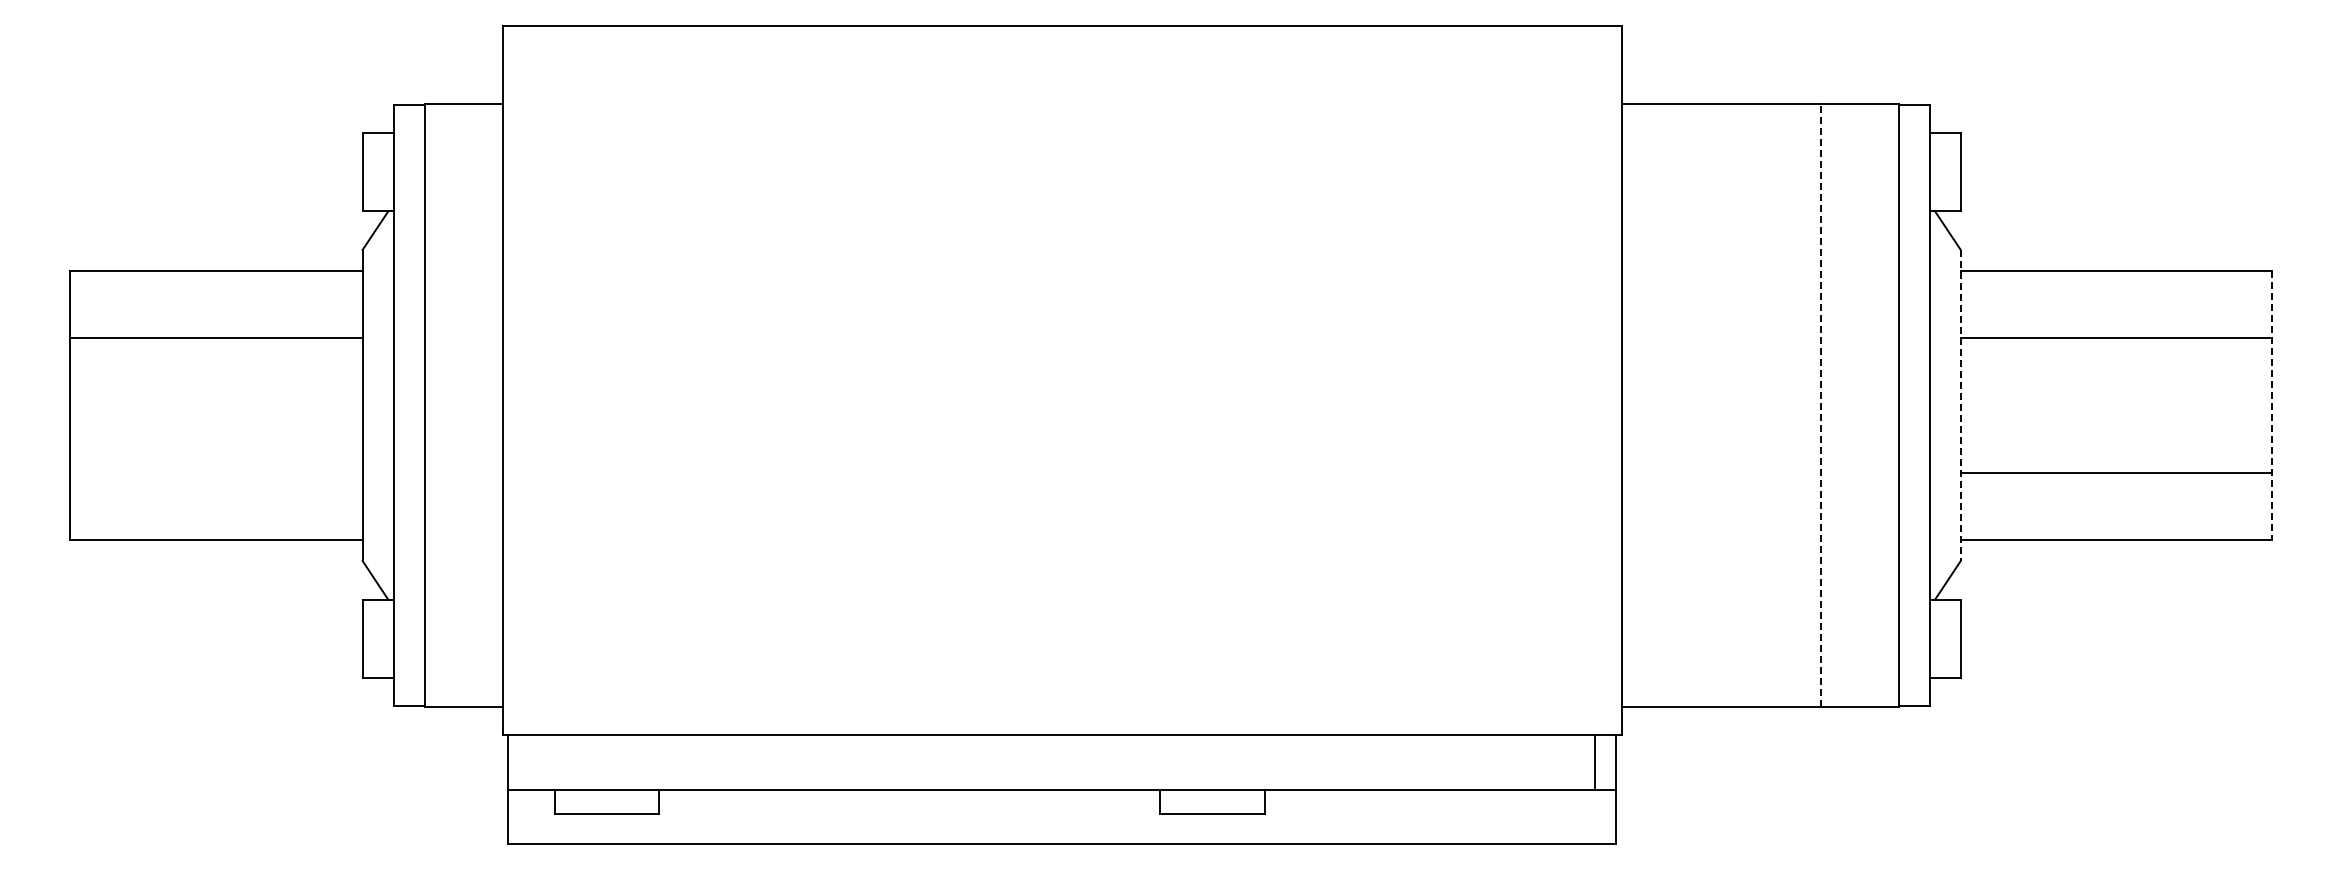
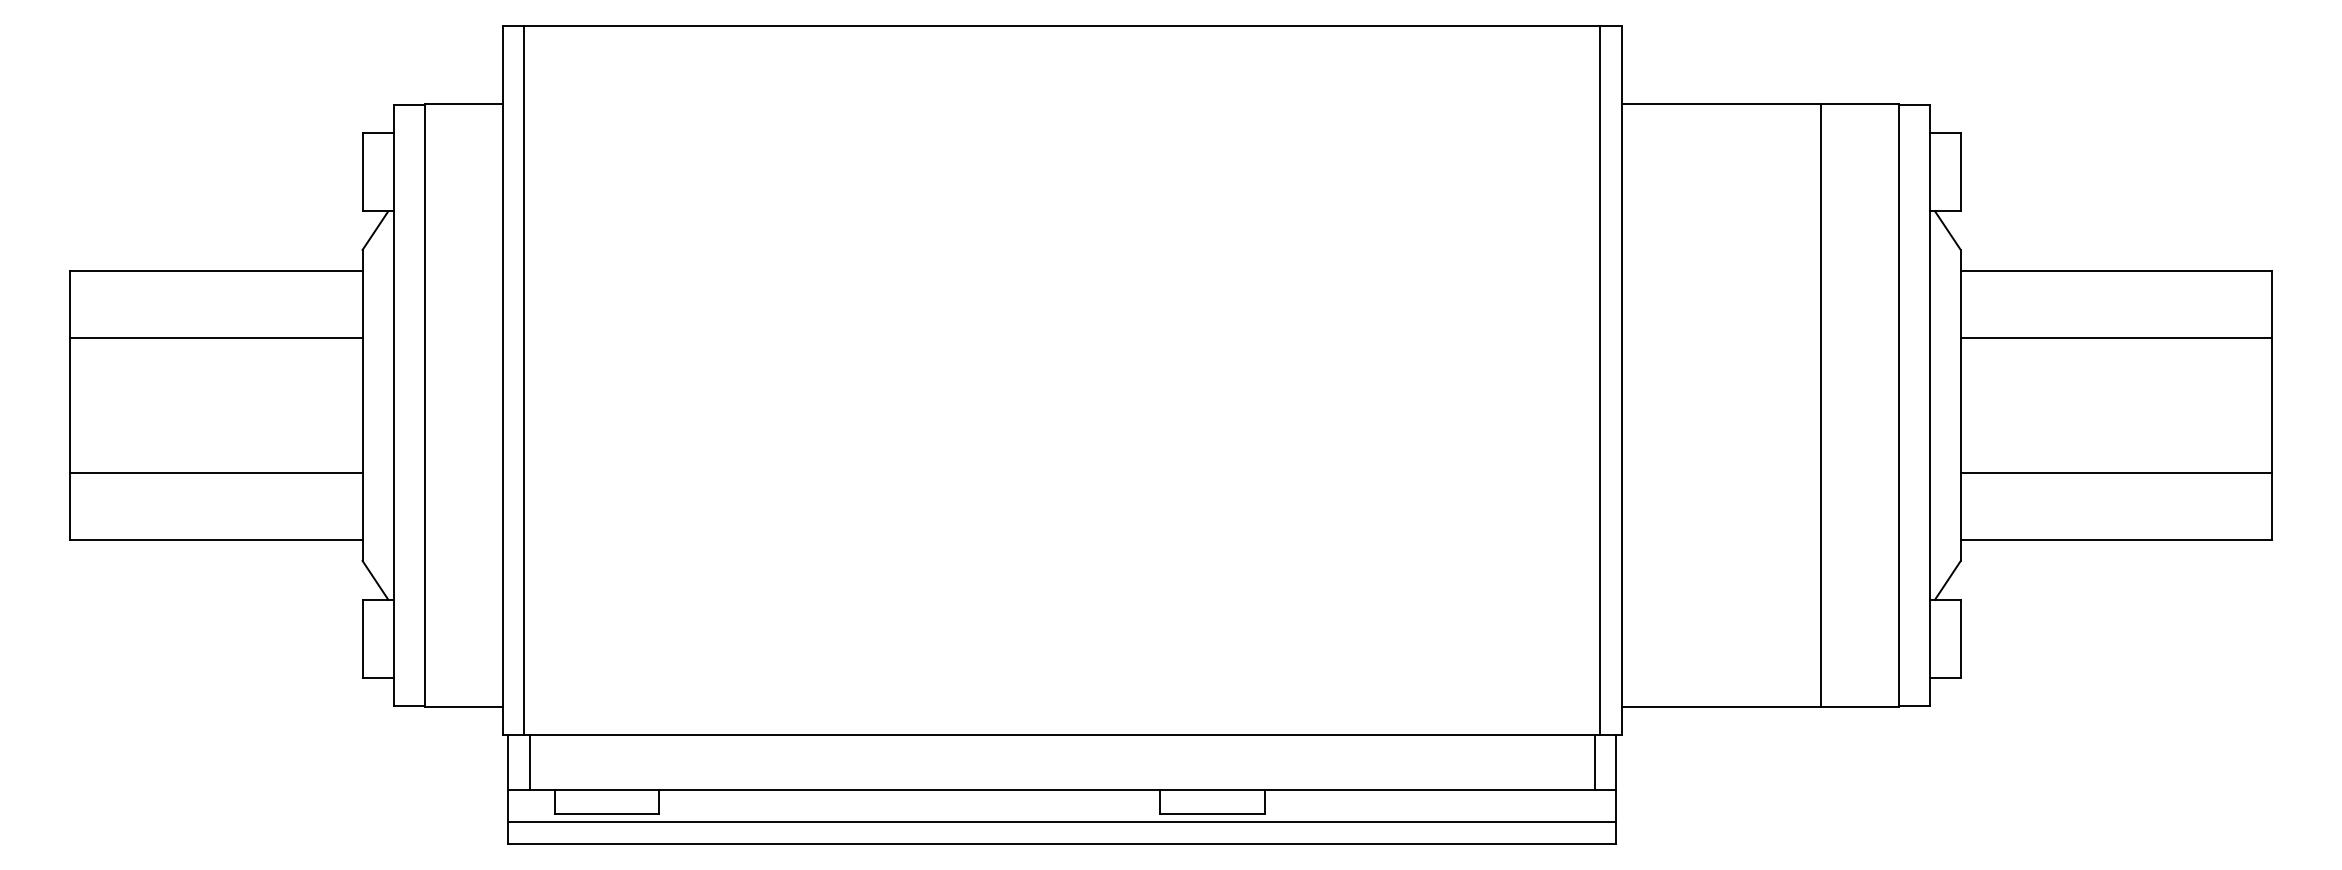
line at (524, 380): none -> present
line at (1600, 380): none -> present
line at (1820, 405): dashed -> solid
line at (1960, 405): dashed -> solid
line at (2271, 405): dashed -> solid
line at (216, 472): none -> present
line at (529, 762): none -> present
line at (1062, 822): none -> present
